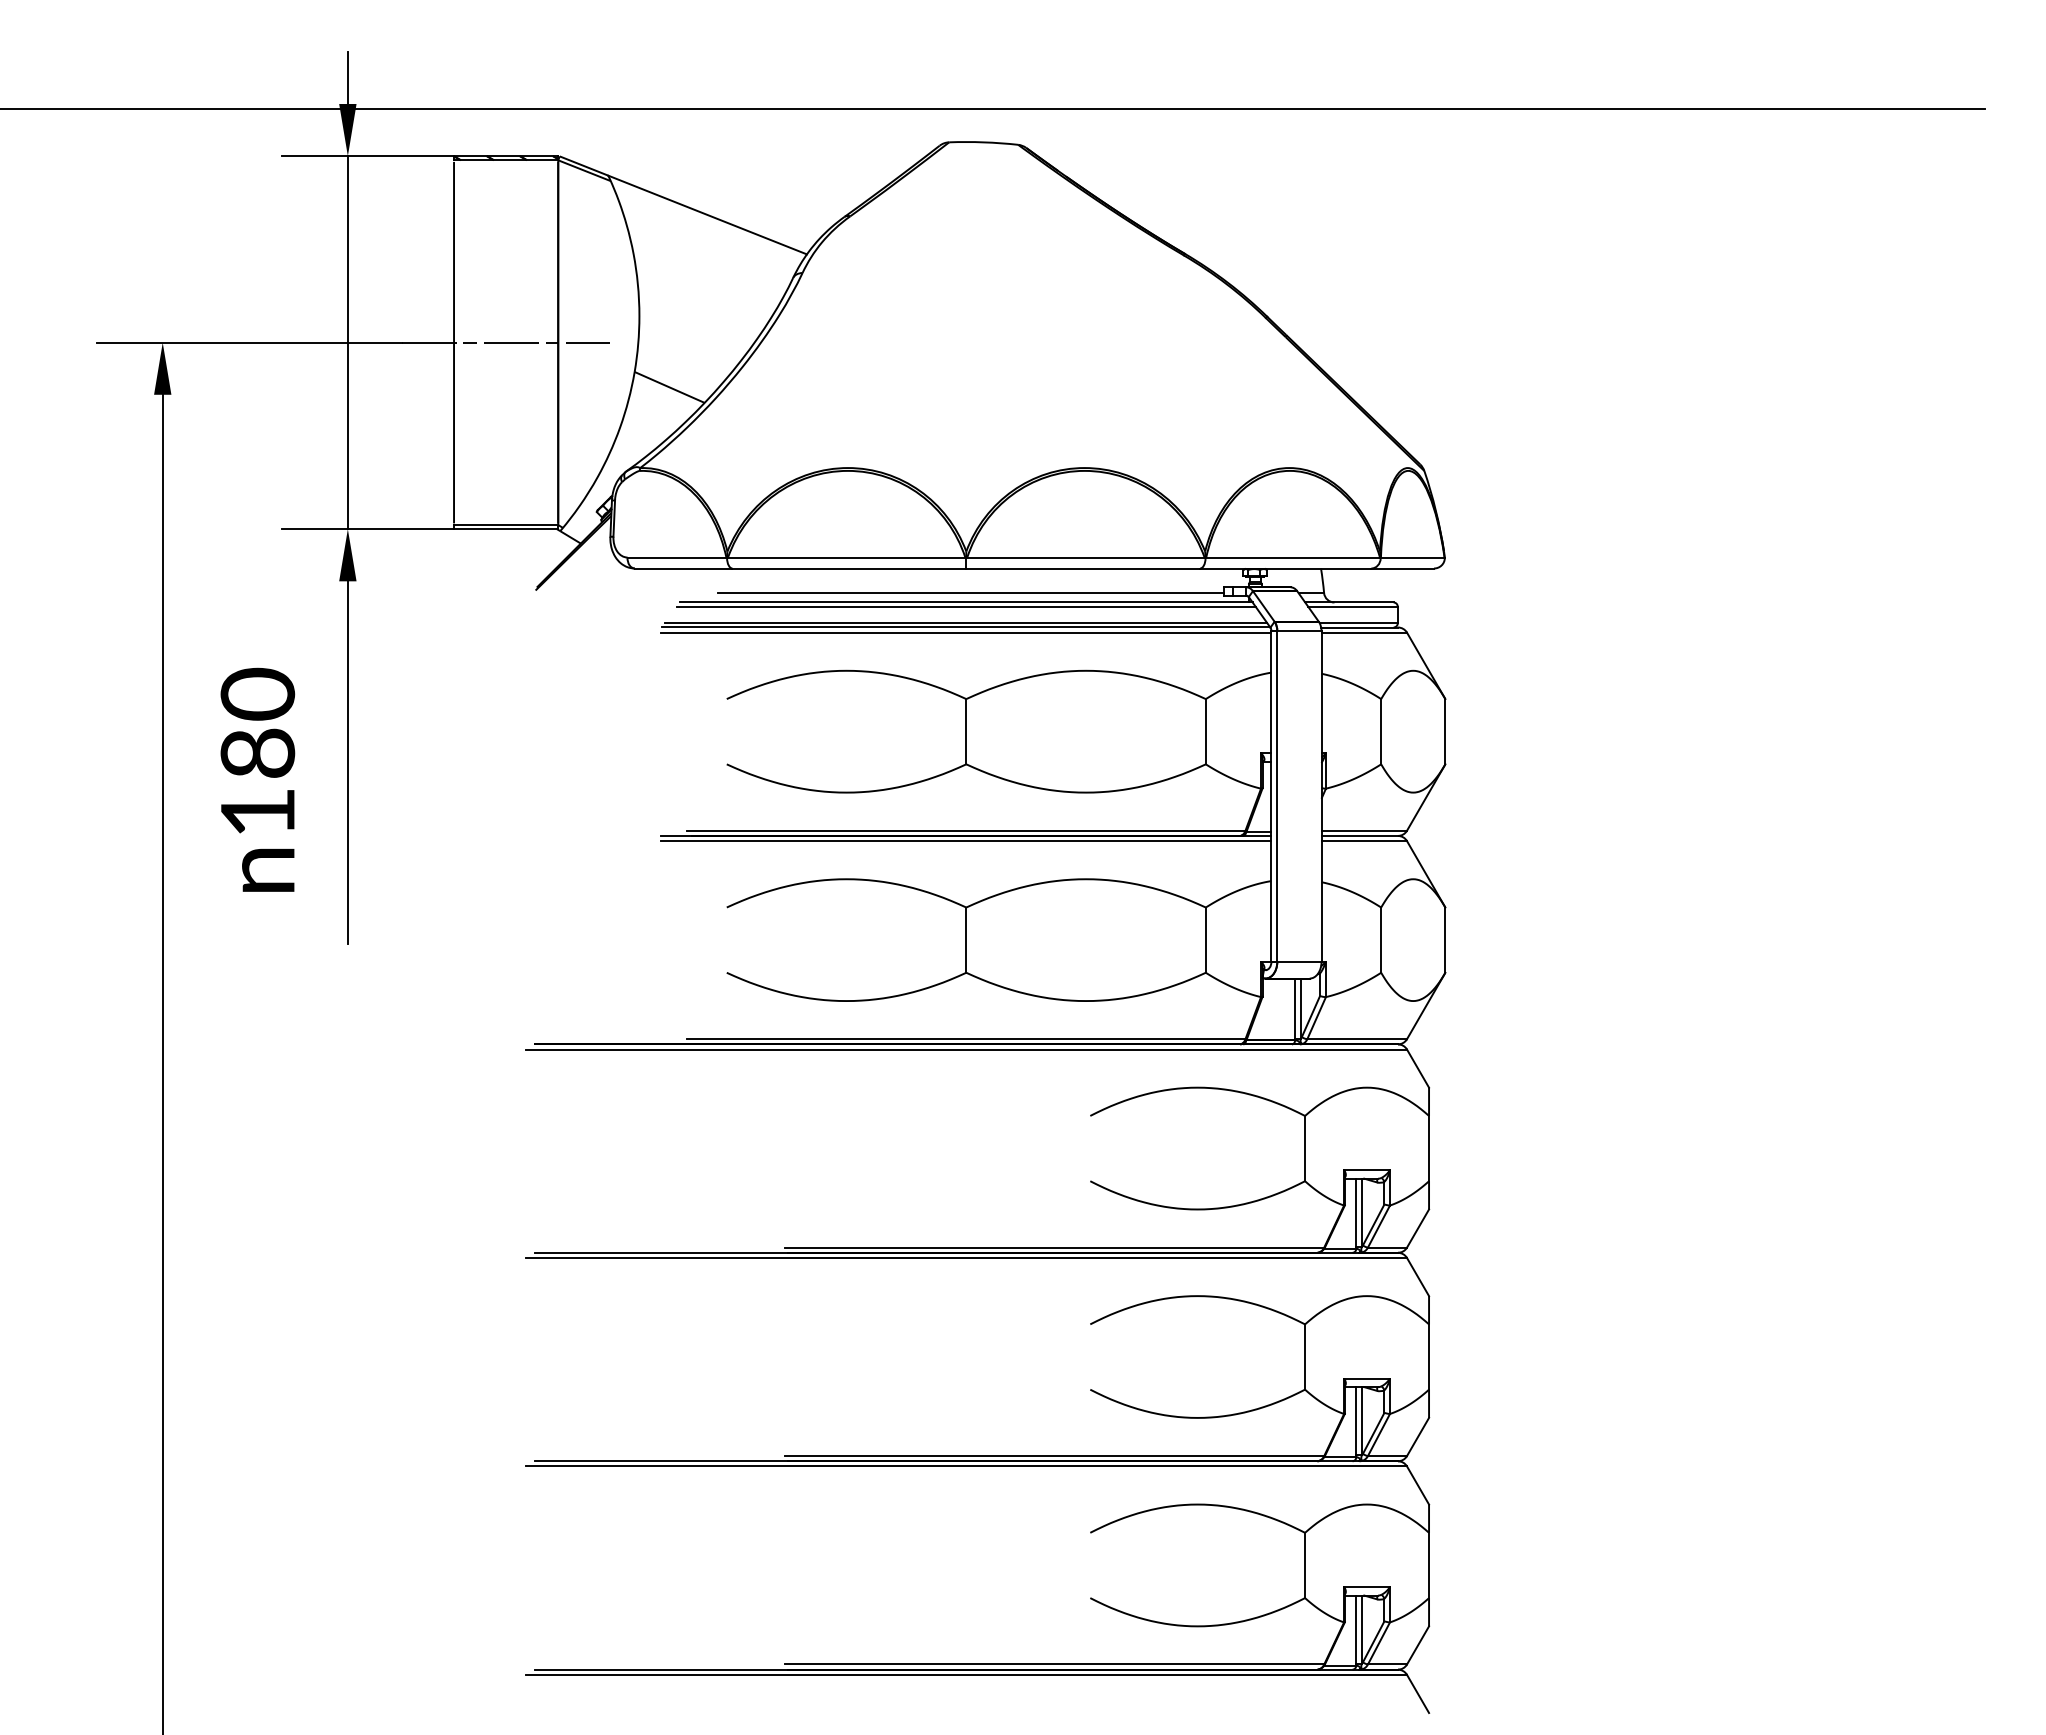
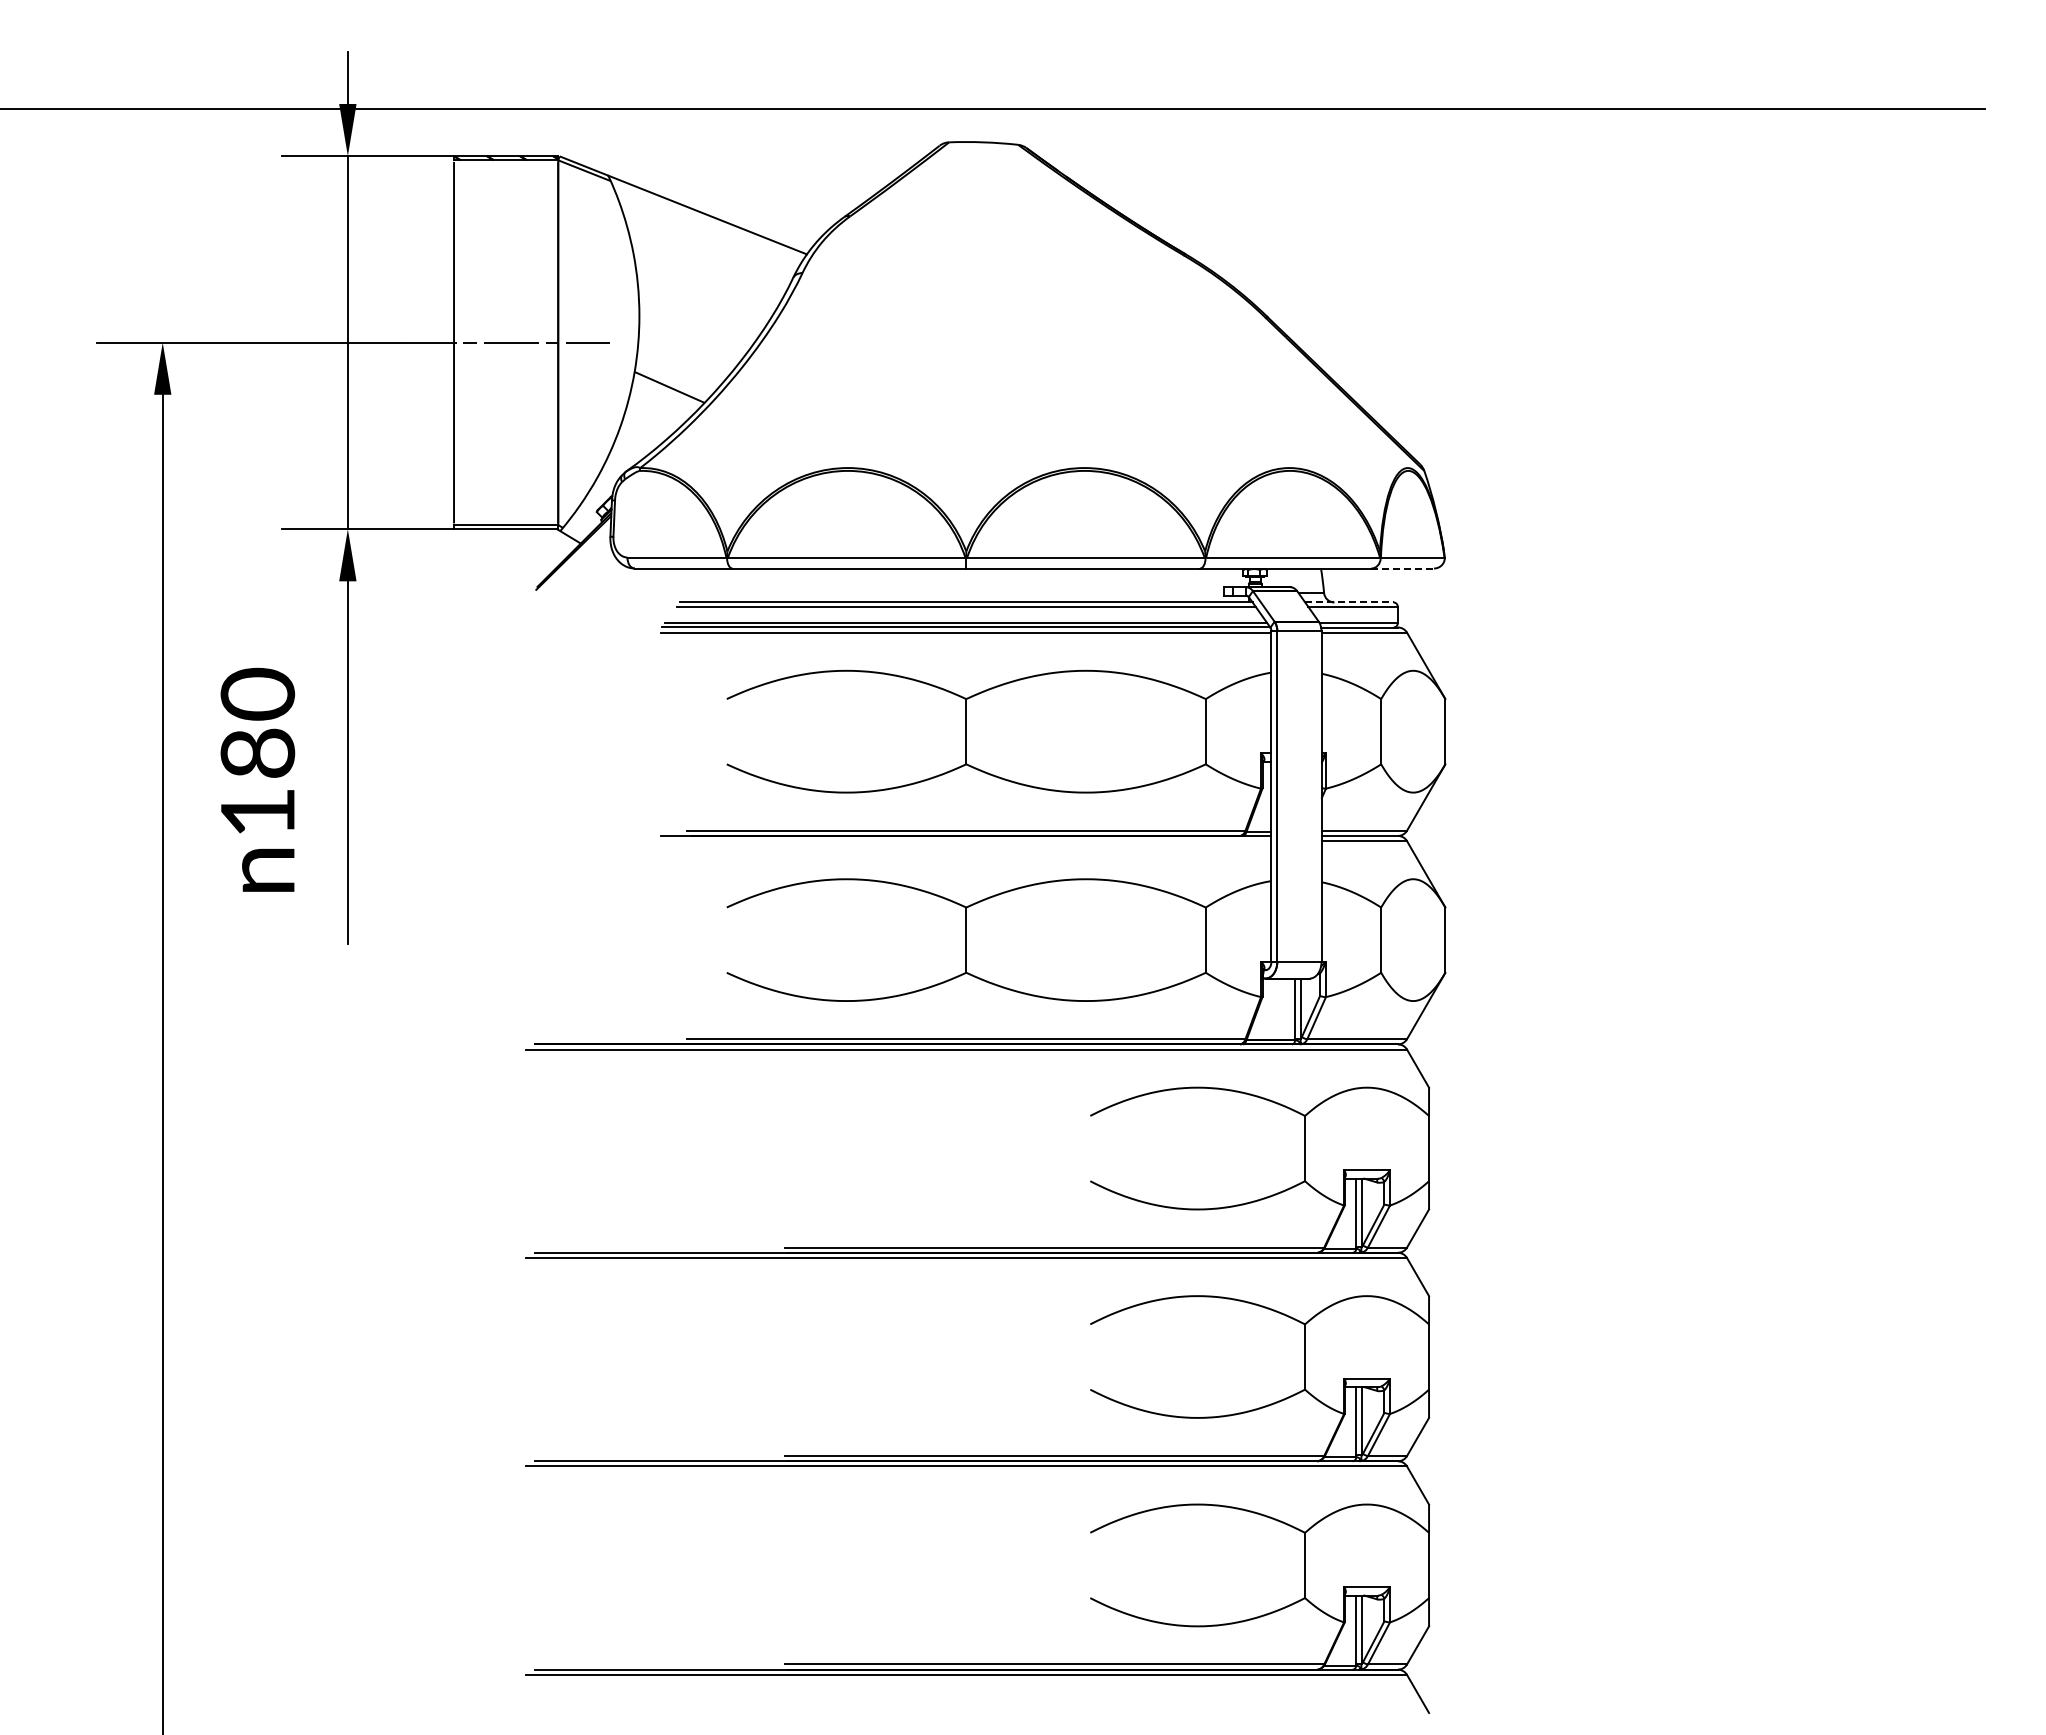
line at (1403, 568): solid -> dashed
line at (970, 593): present -> none
line at (1349, 602): solid -> dashed
line at (966, 841): present -> none
